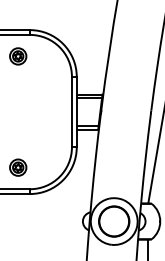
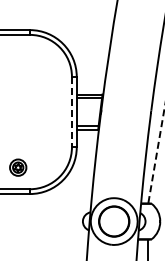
part at (18, 56): present -> none
line at (71, 112): solid -> dashed
line at (156, 155): solid -> dashed
